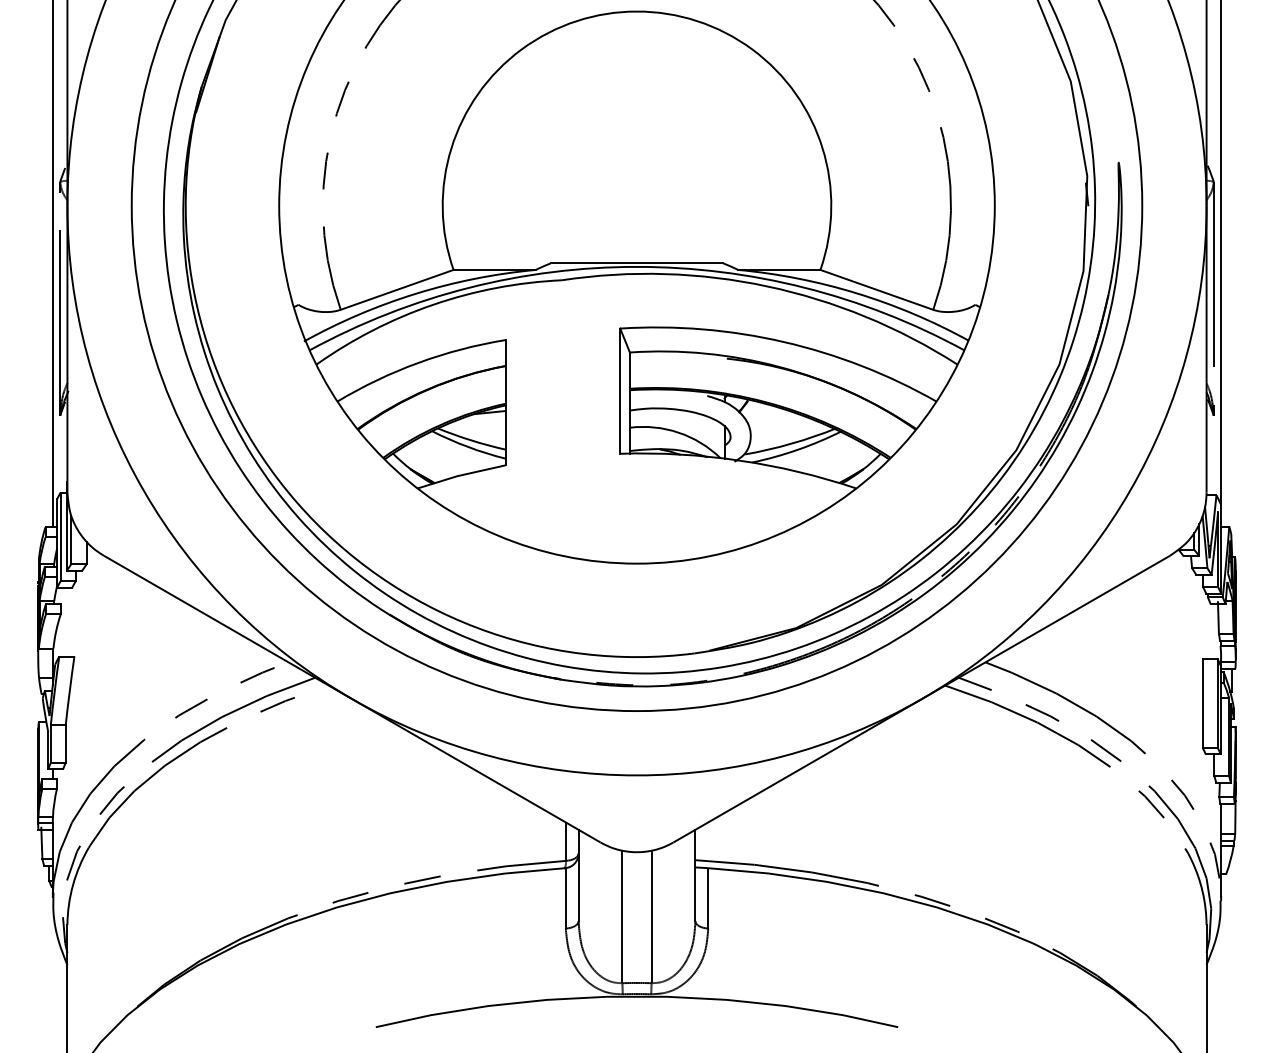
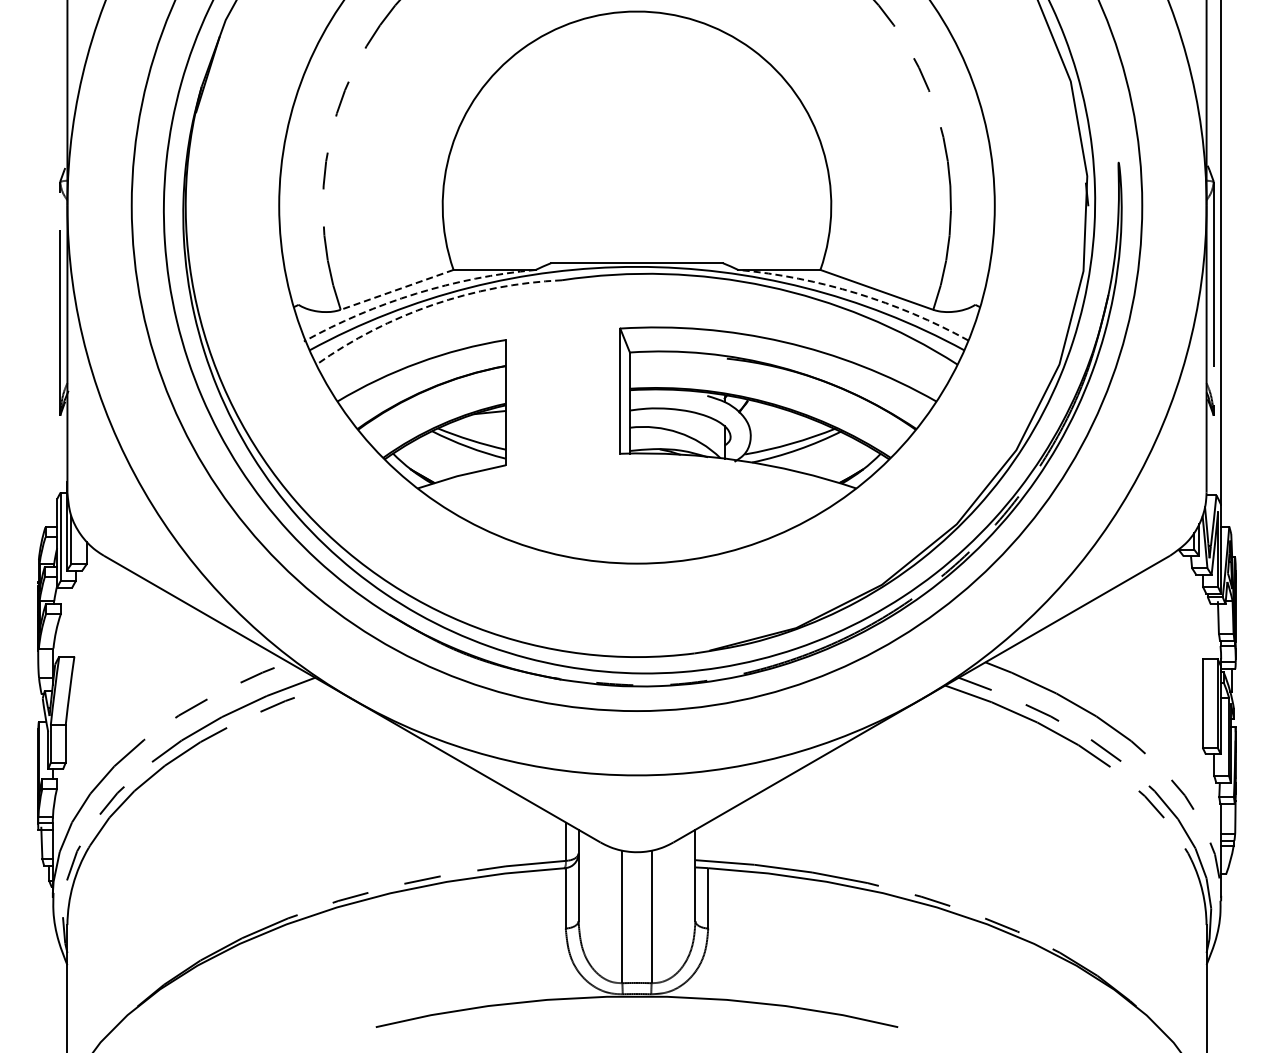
line at (52, 264): present -> none
line at (397, 289): solid -> dashed
arc at (416, 293): solid -> dashed
arc at (856, 293): solid -> dashed
arc at (433, 304): solid -> dashed
